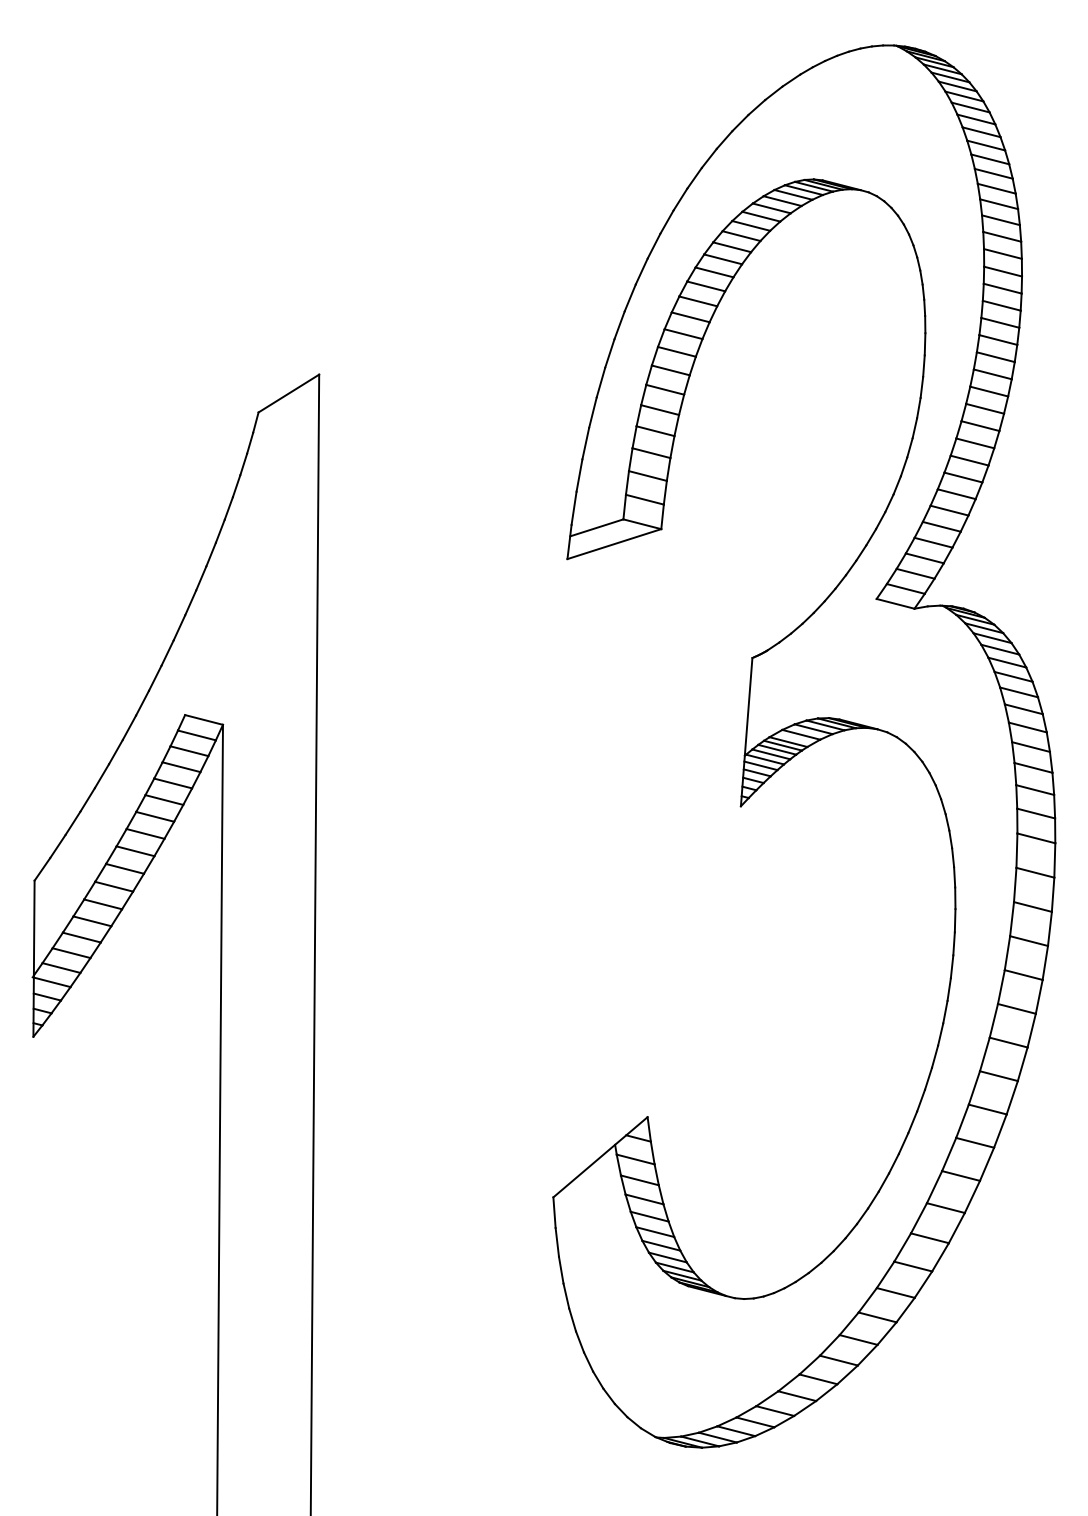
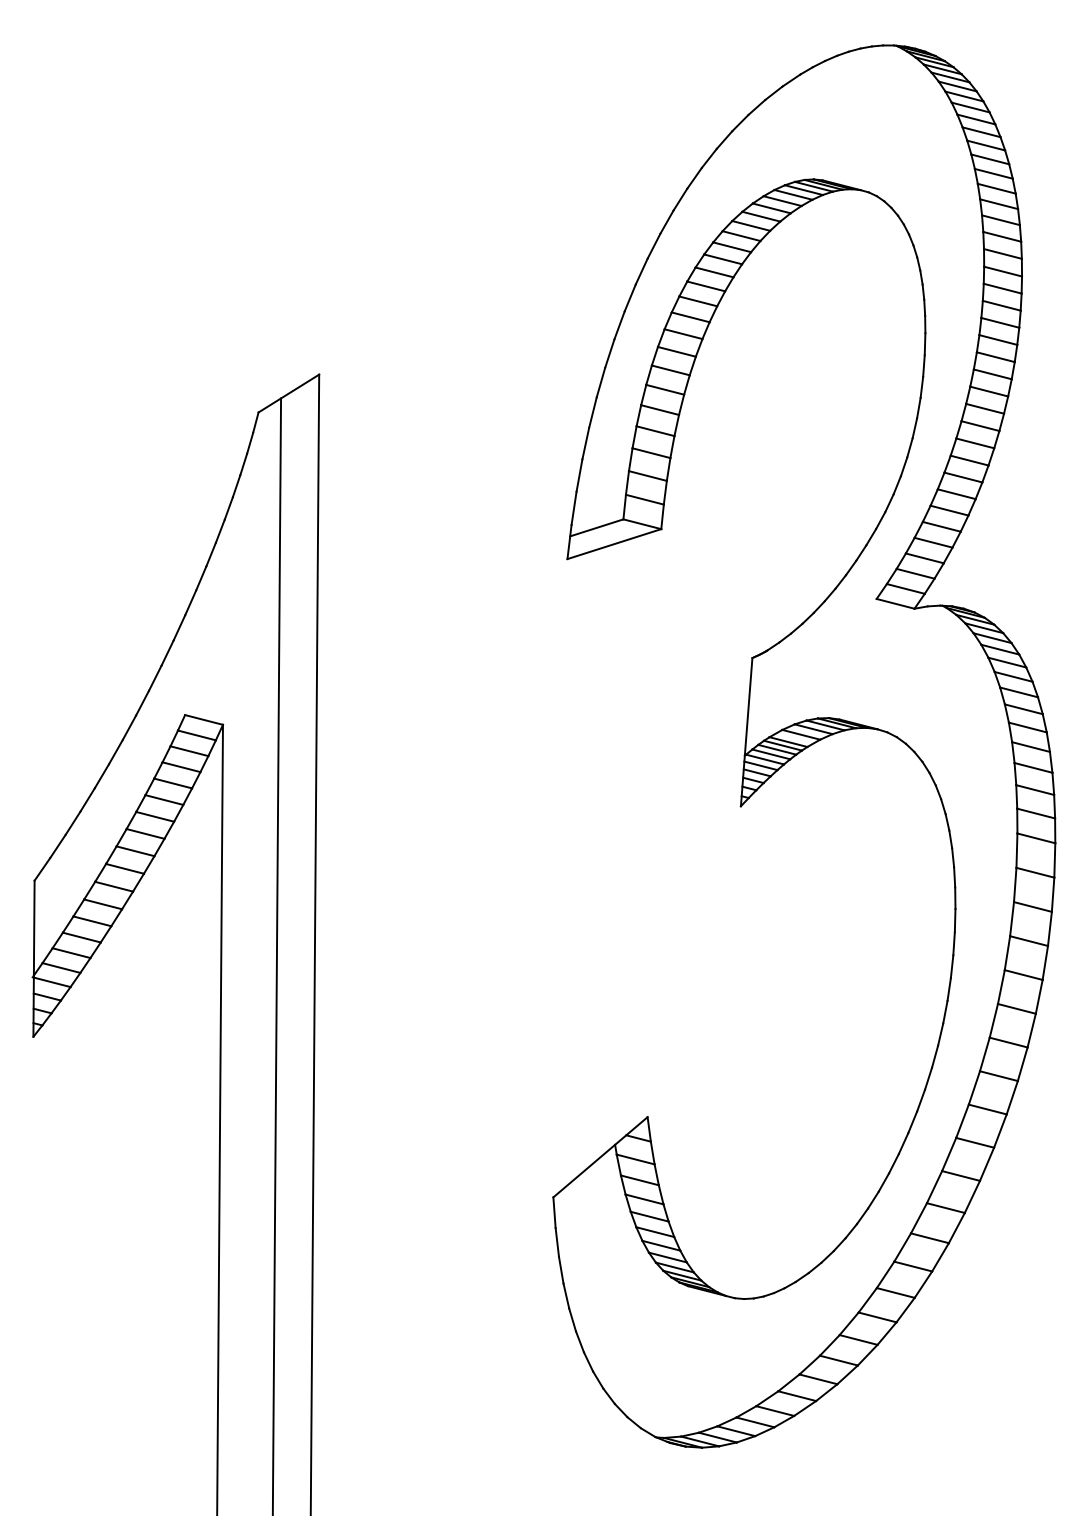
line at (276, 955): none -> present
